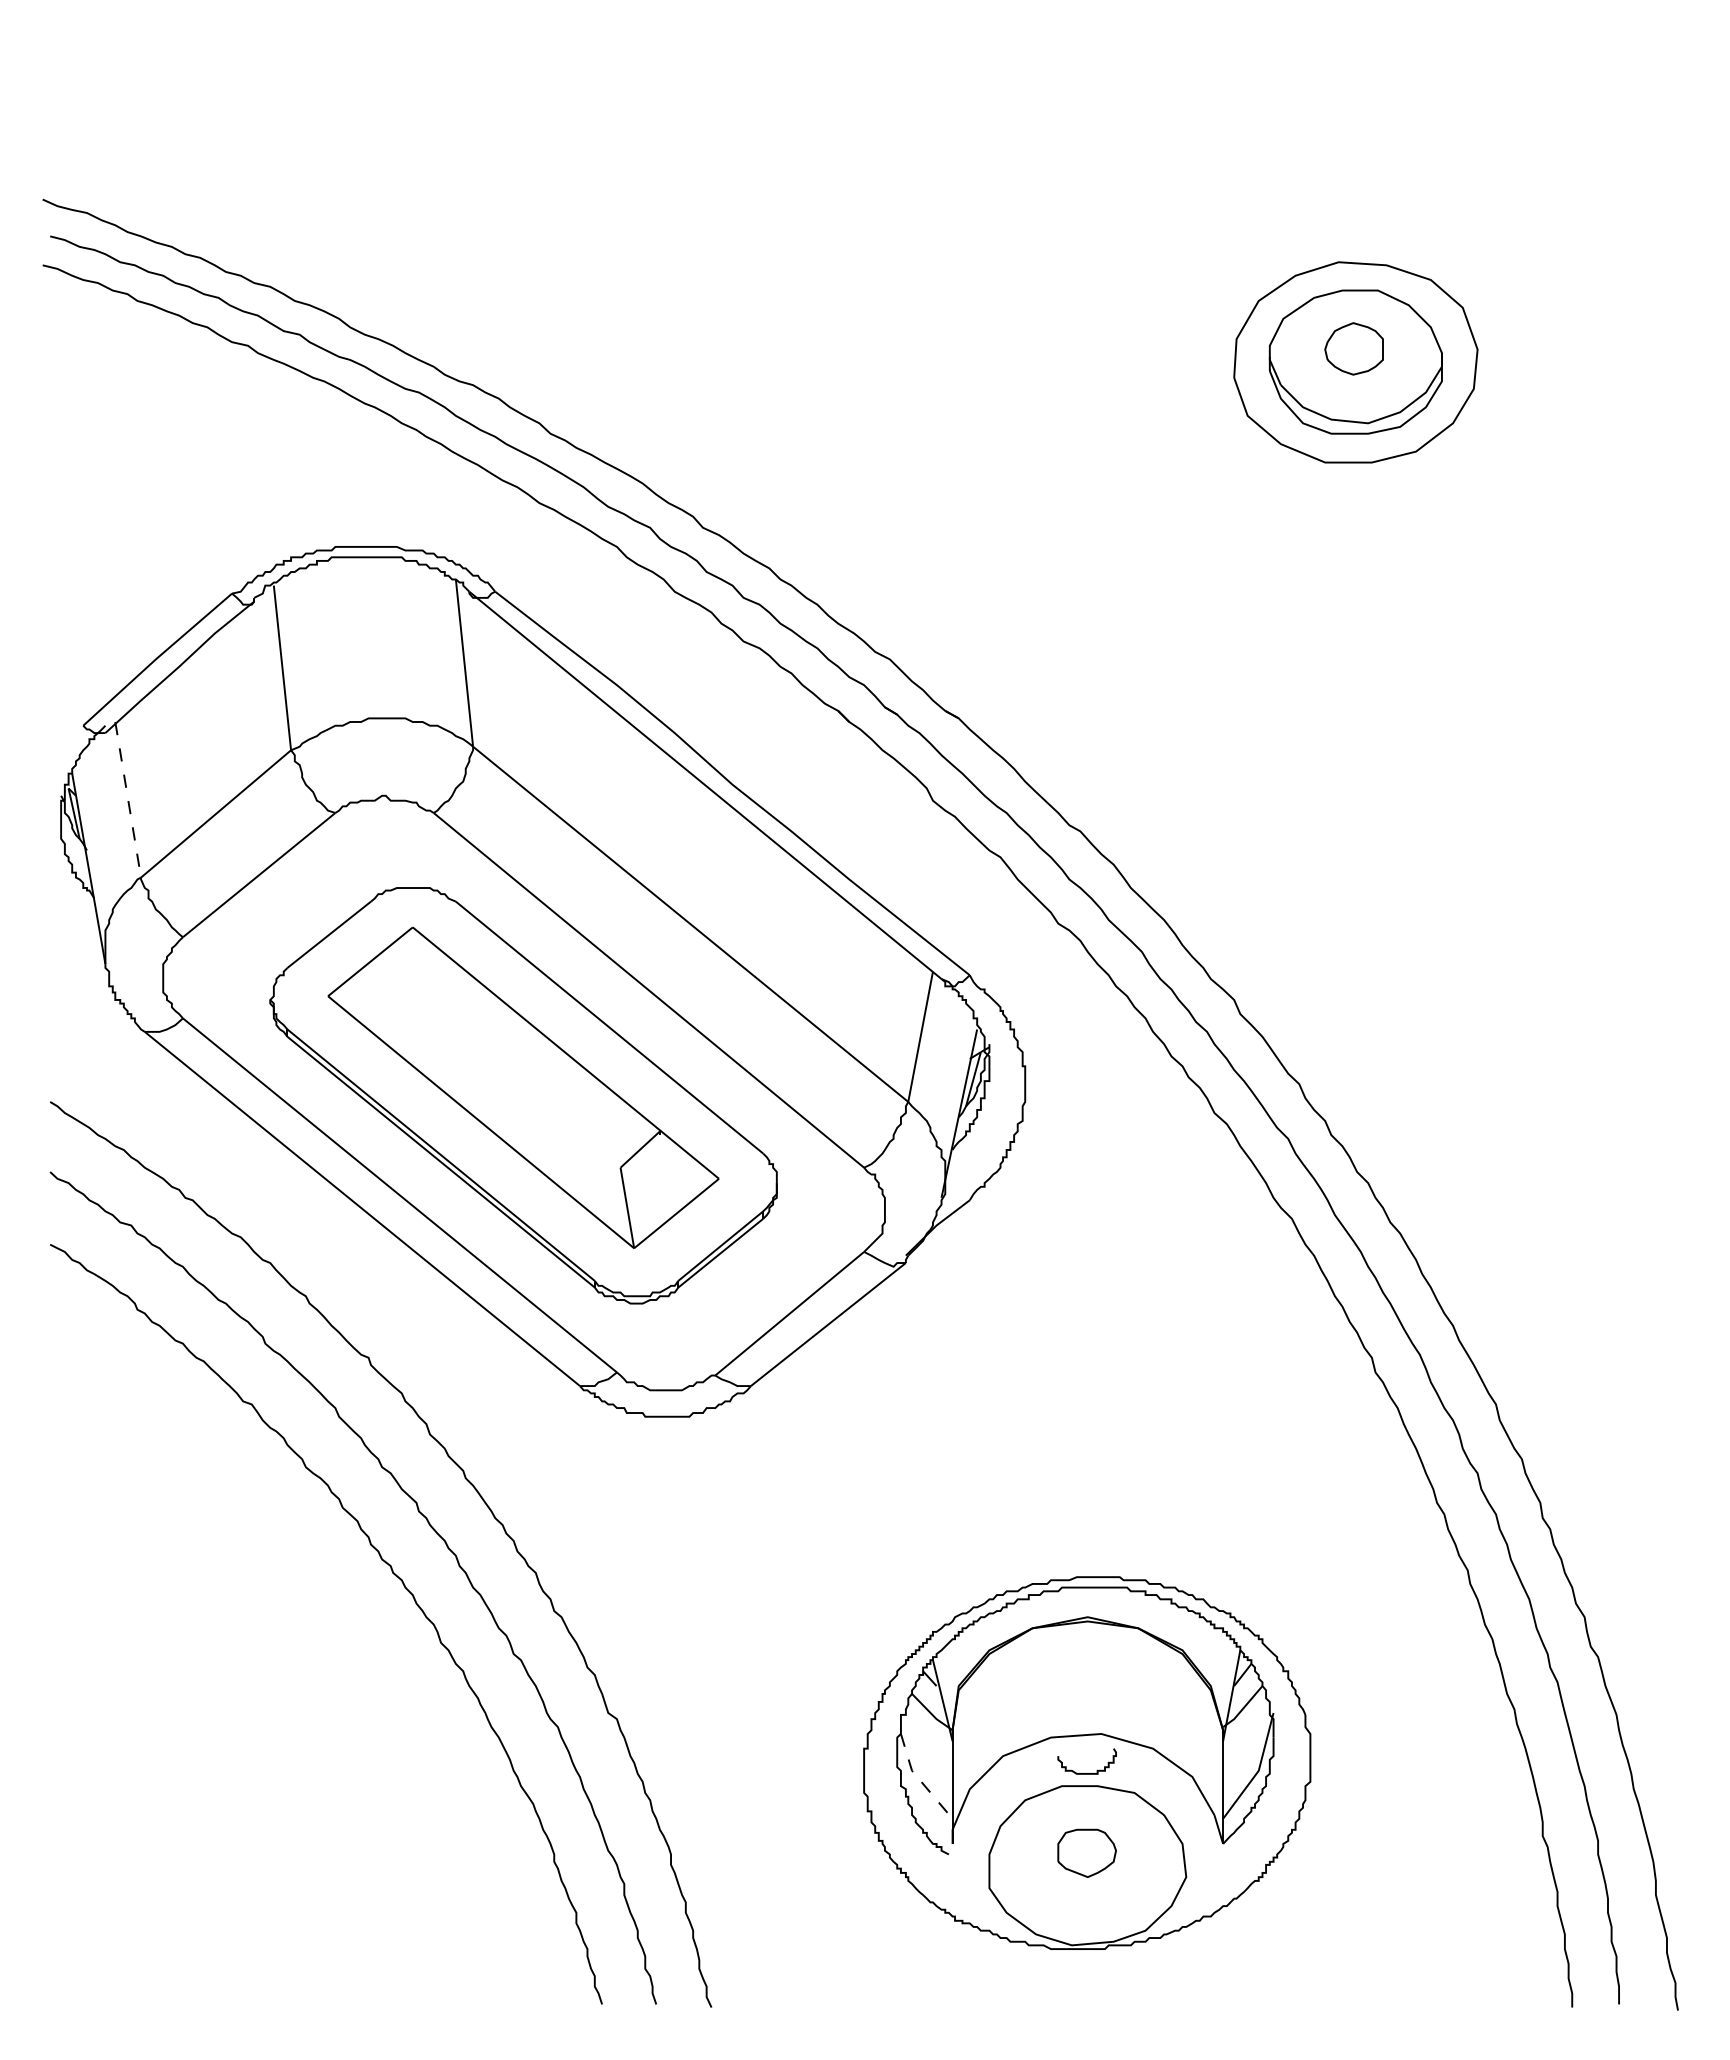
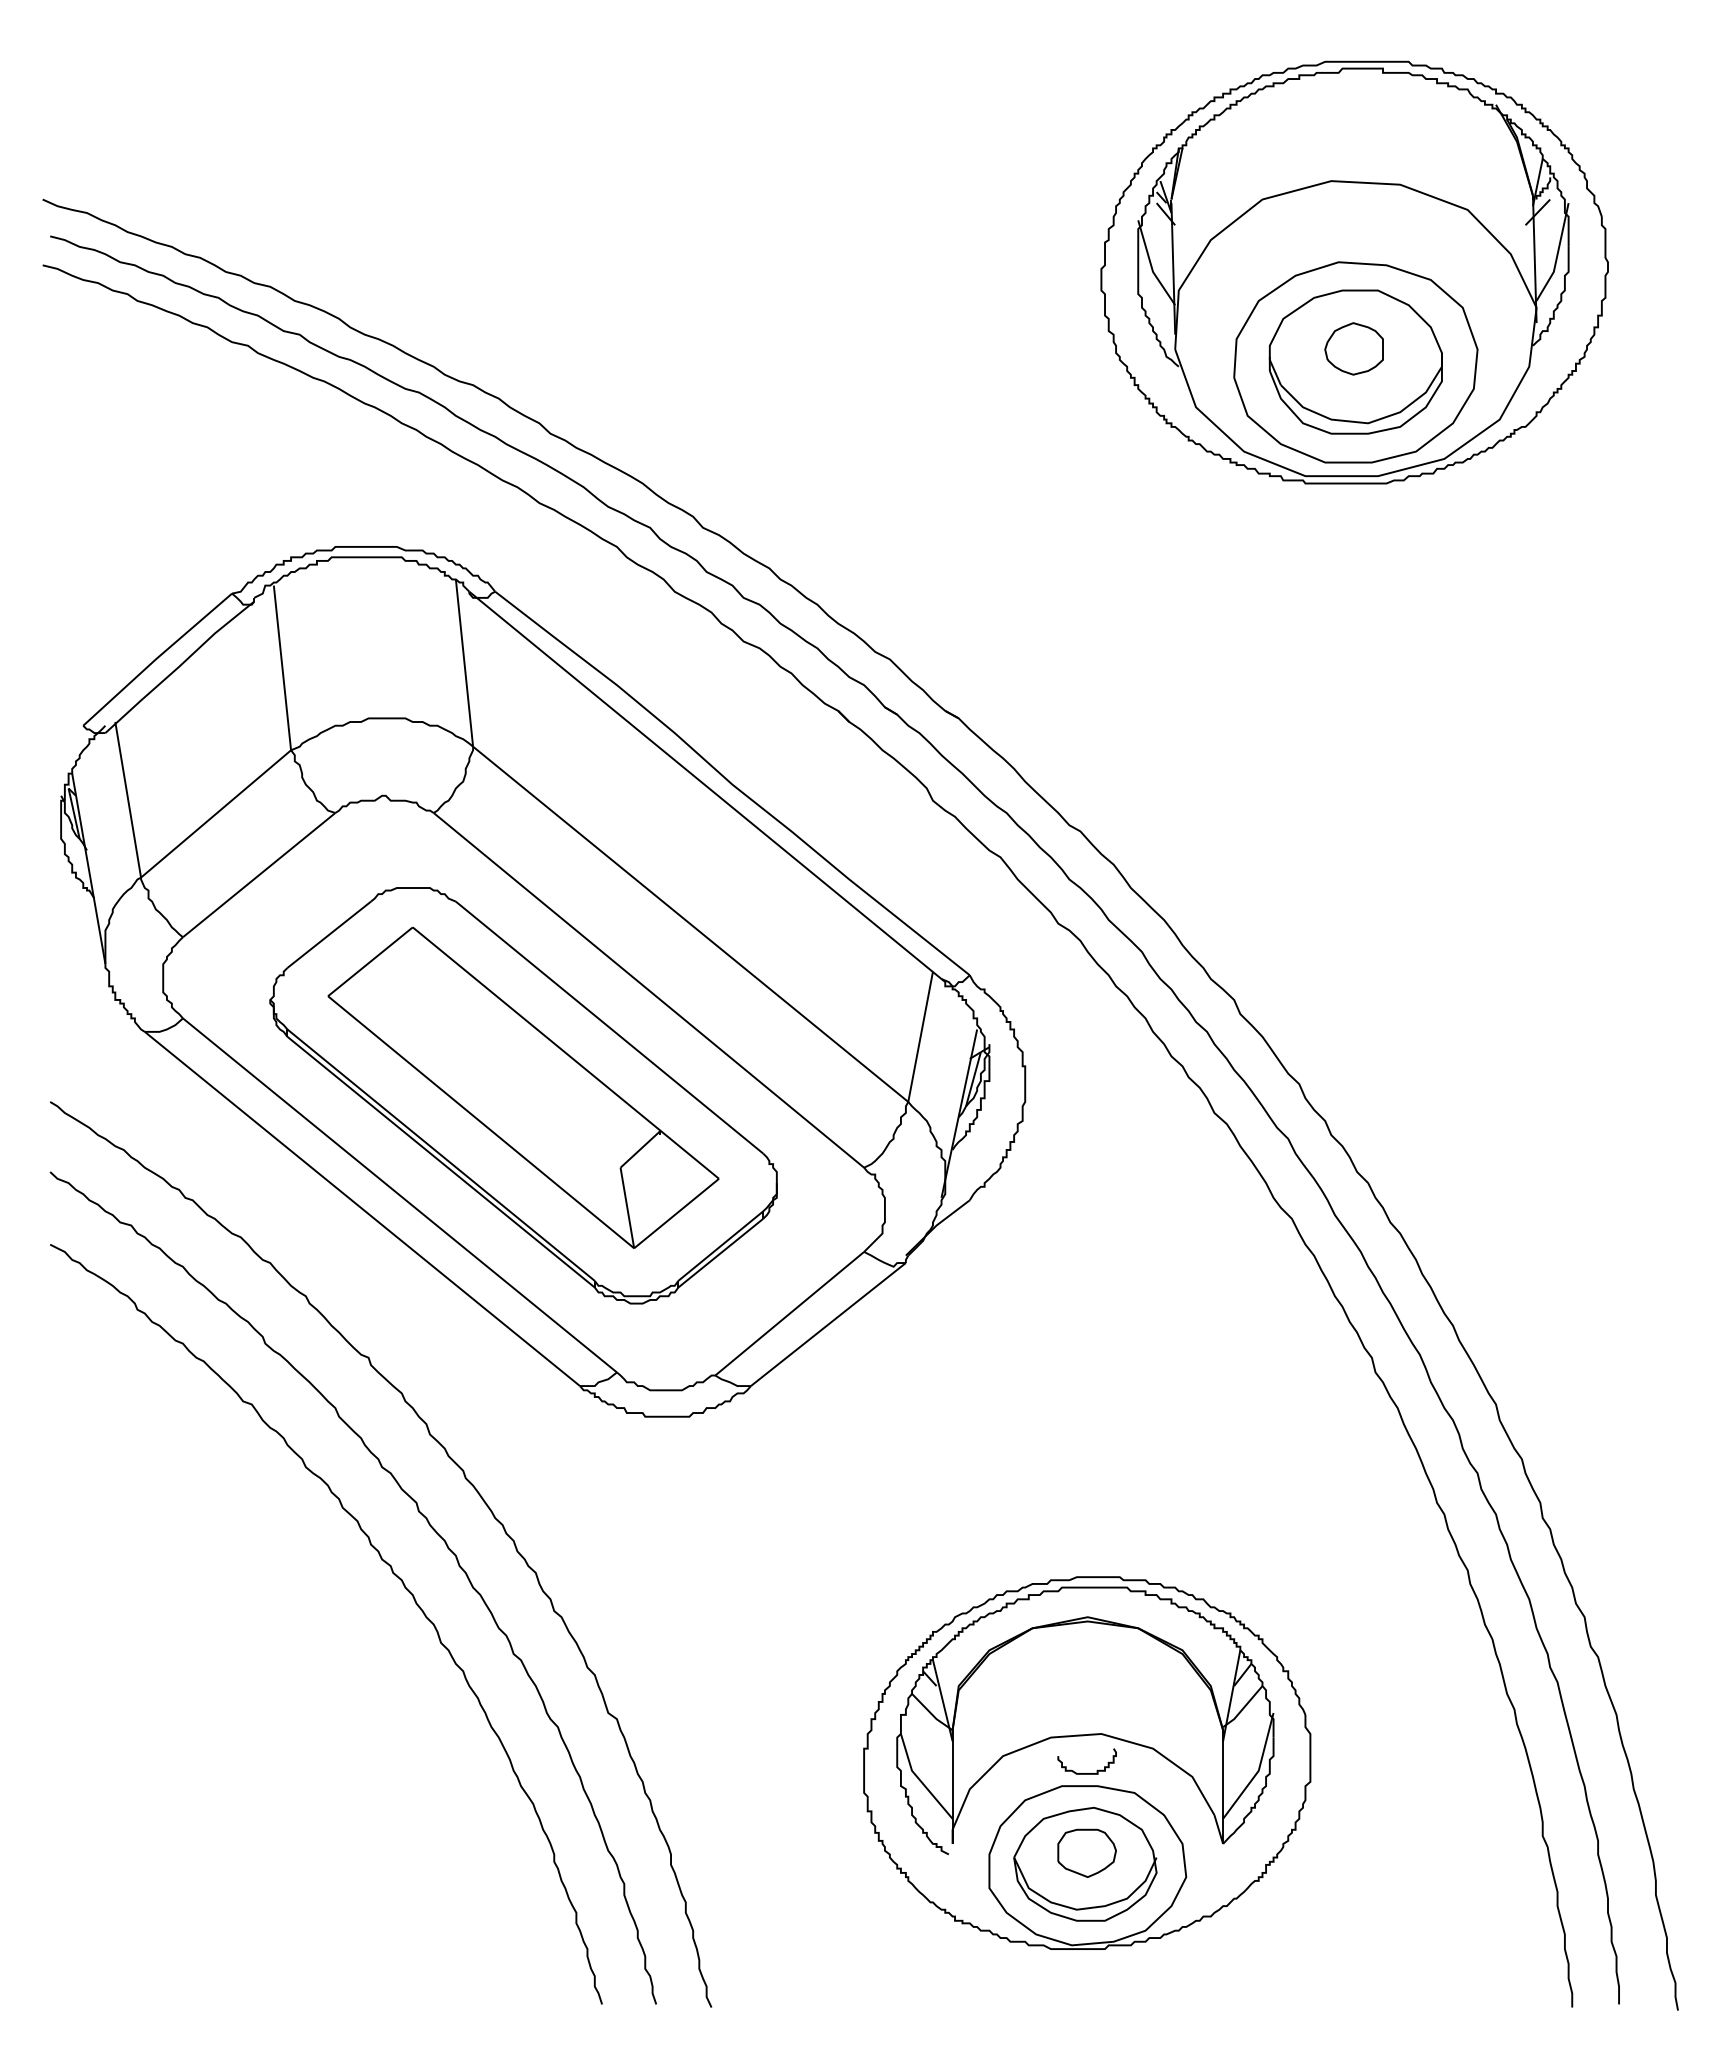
part at (1354, 272): none -> present
line at (128, 799): dashed -> solid
line at (919, 1779): dashed -> solid
part at (1085, 1864): none -> present
